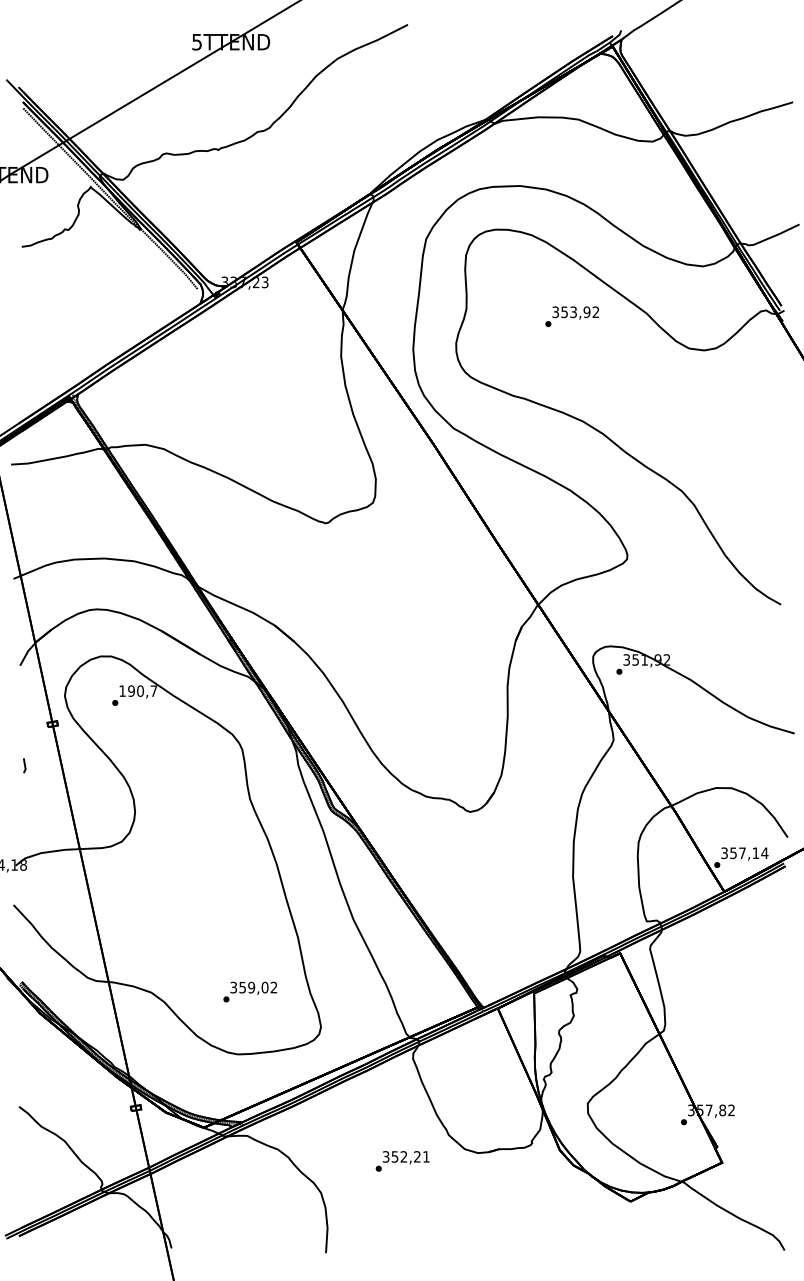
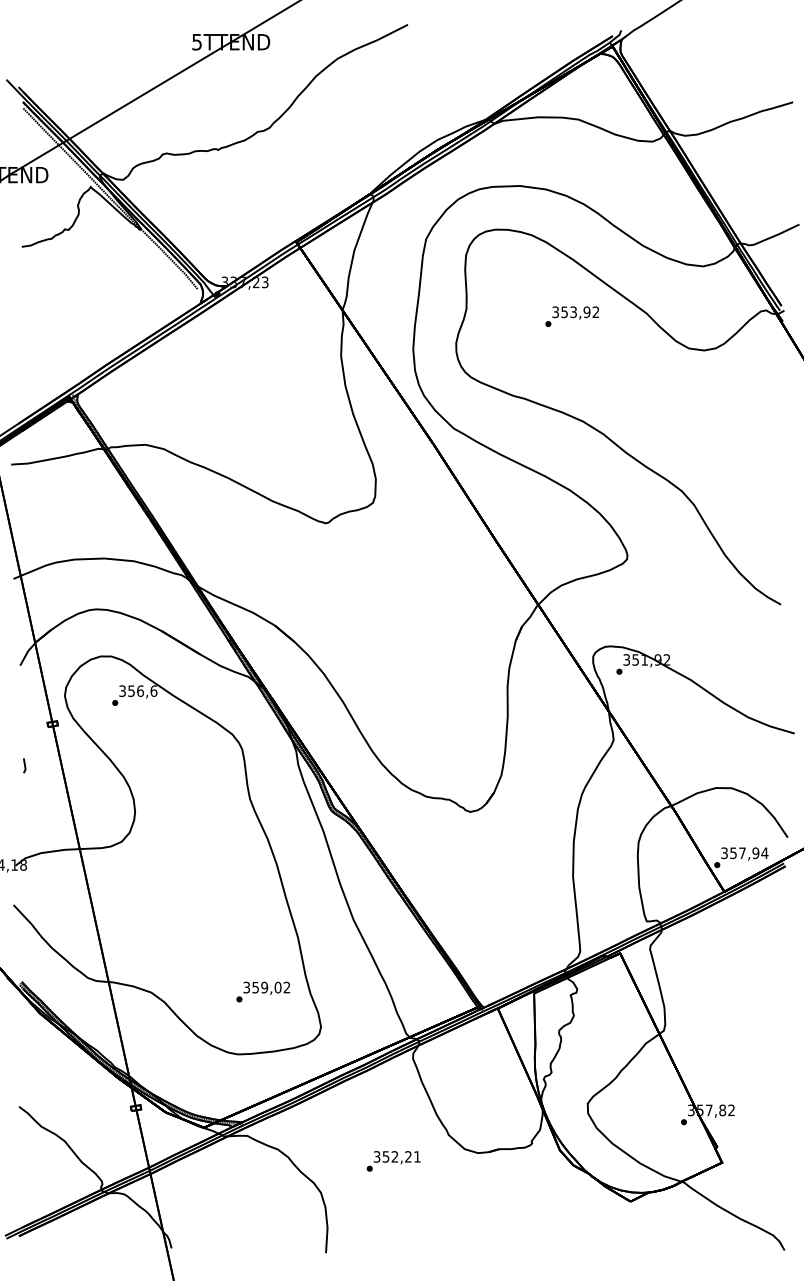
text at (138, 690): 190,7 -> 356,6
text at (755, 853): 357,14 -> 357,94
text at (250, 991) position: (250, 991) -> (263, 991)
text at (402, 1161) position: (402, 1161) -> (393, 1161)
